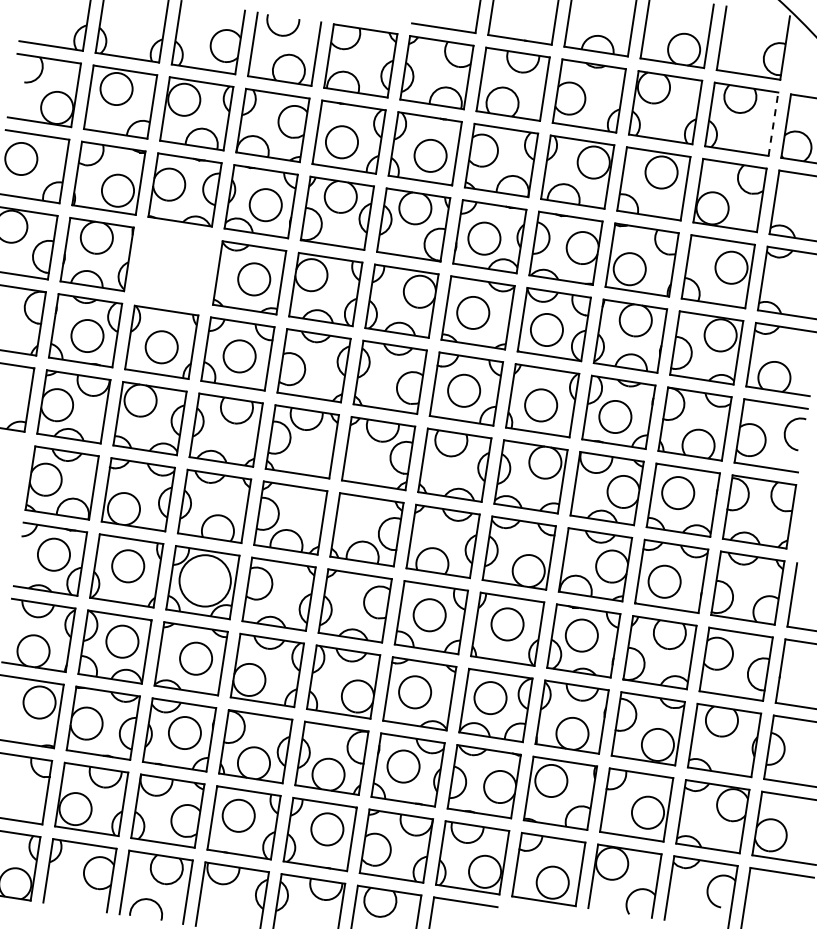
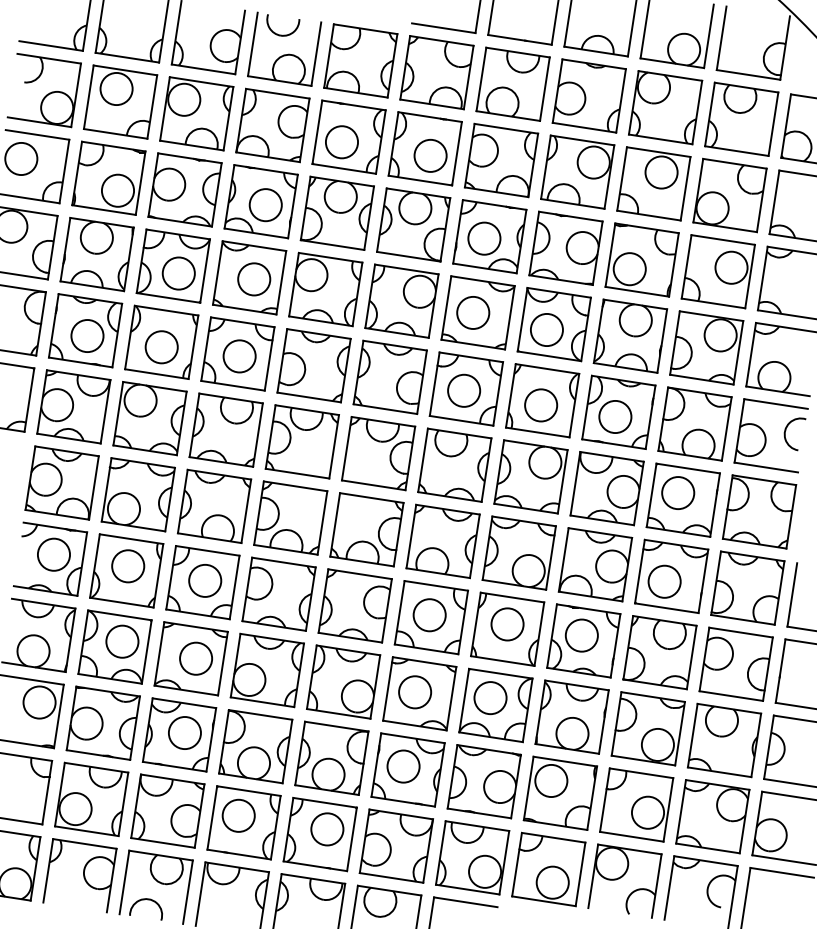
line at (773, 123): dashed -> solid
part at (172, 265): none -> present
circle at (204, 580) diameter: 51 px -> 32 px
